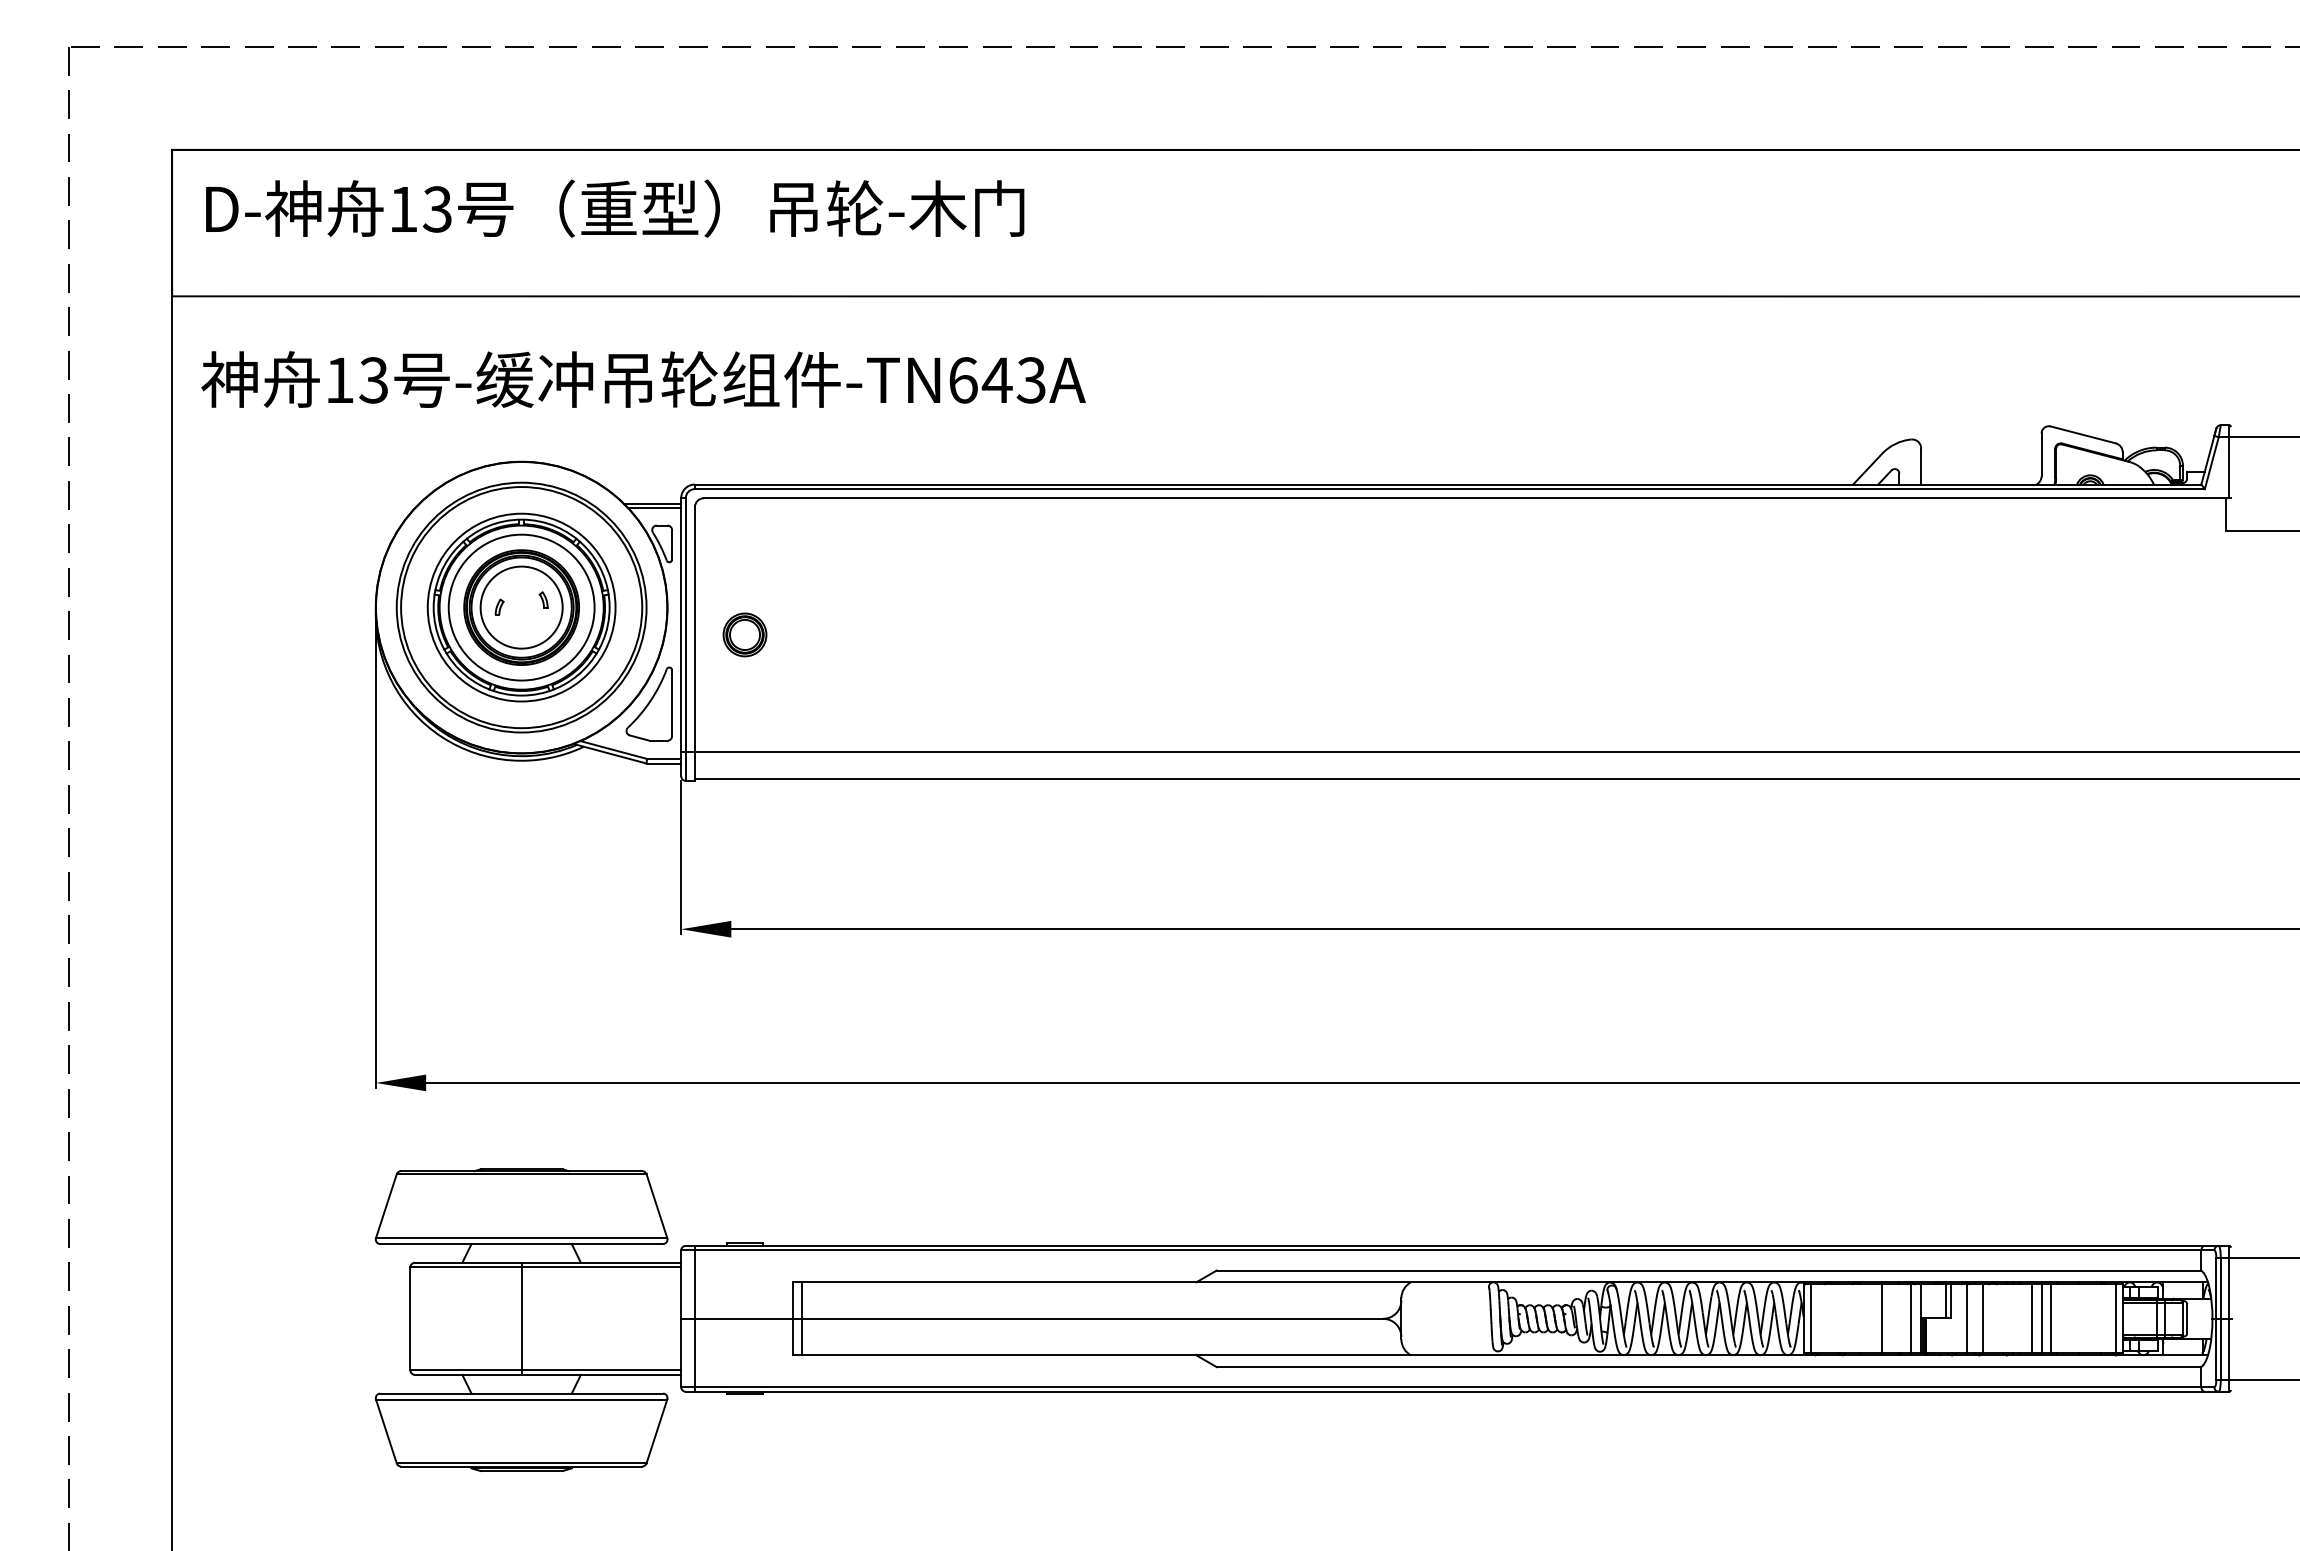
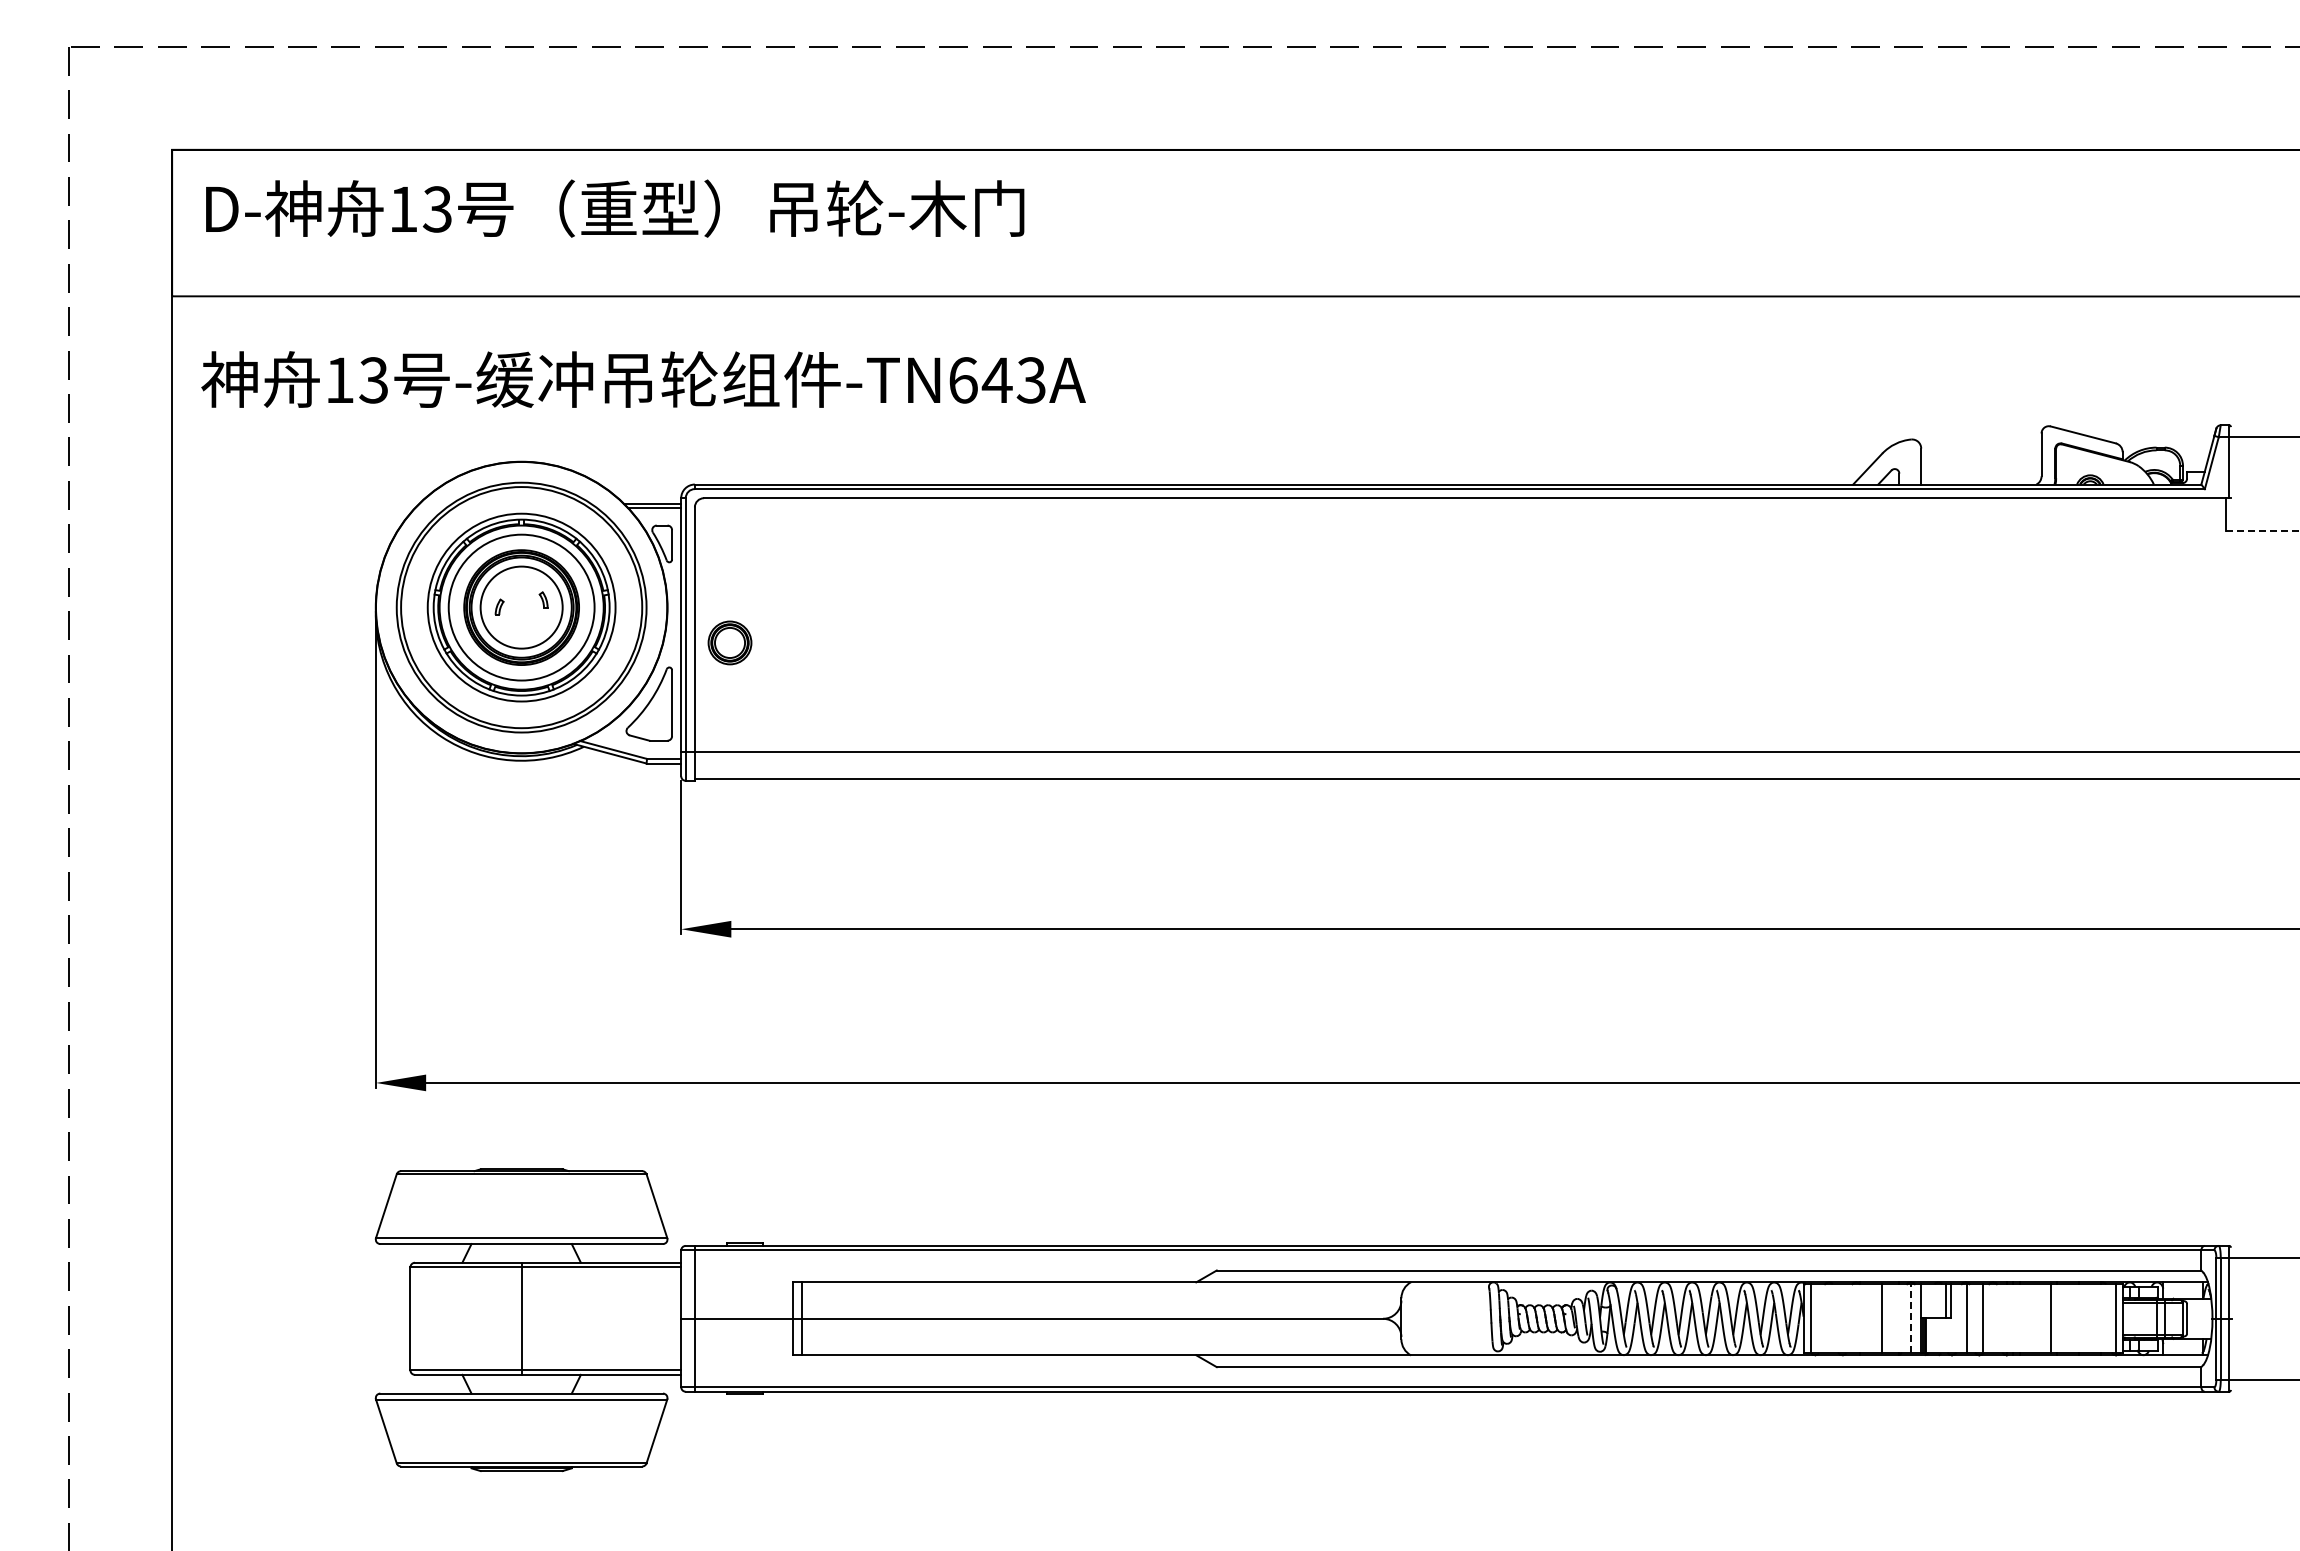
line at (2262, 531): solid -> dashed
part at (744, 634) position: (744, 634) -> (729, 642)
line at (1911, 1318): solid -> dashed
line at (2032, 1318): present -> none
line at (2041, 1318): present -> none
